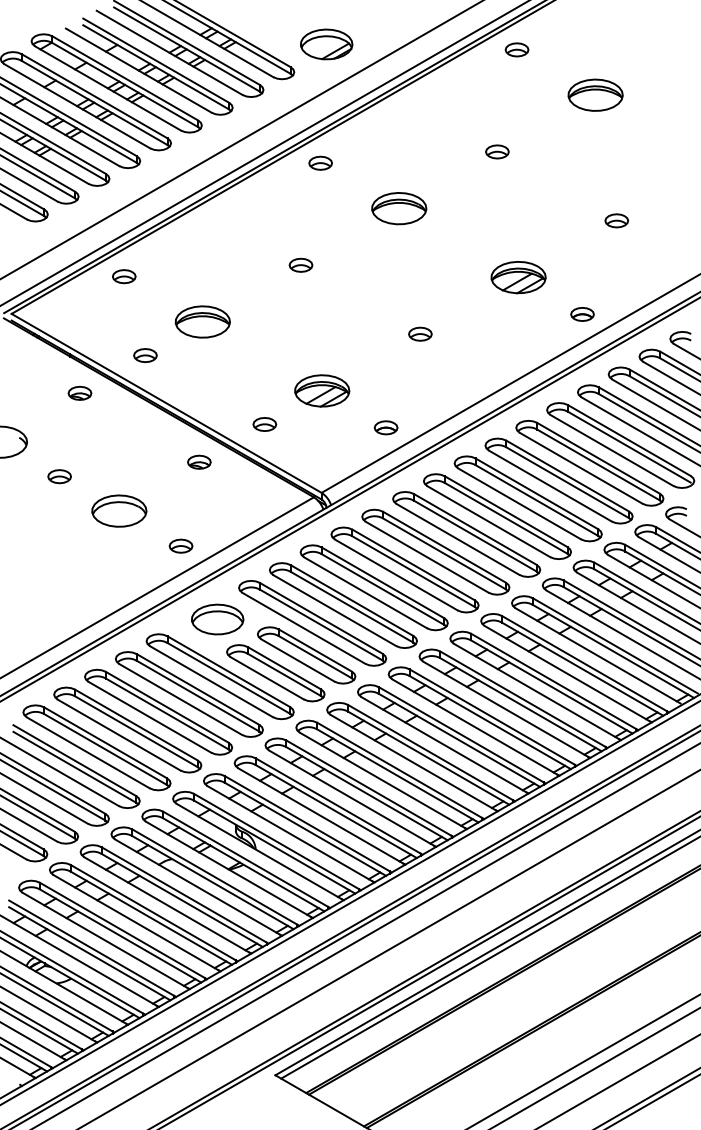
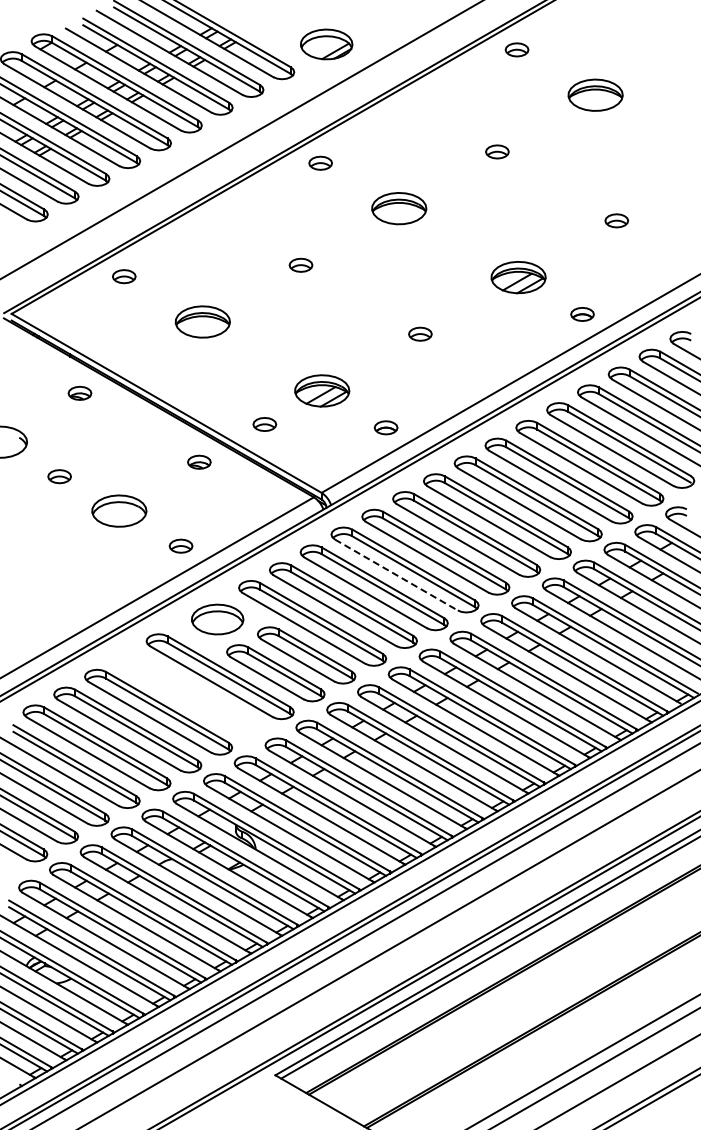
line at (264, 153): present -> none
part at (145, 355): present -> none
line at (396, 575): solid -> dashed
part at (189, 694): present -> none
